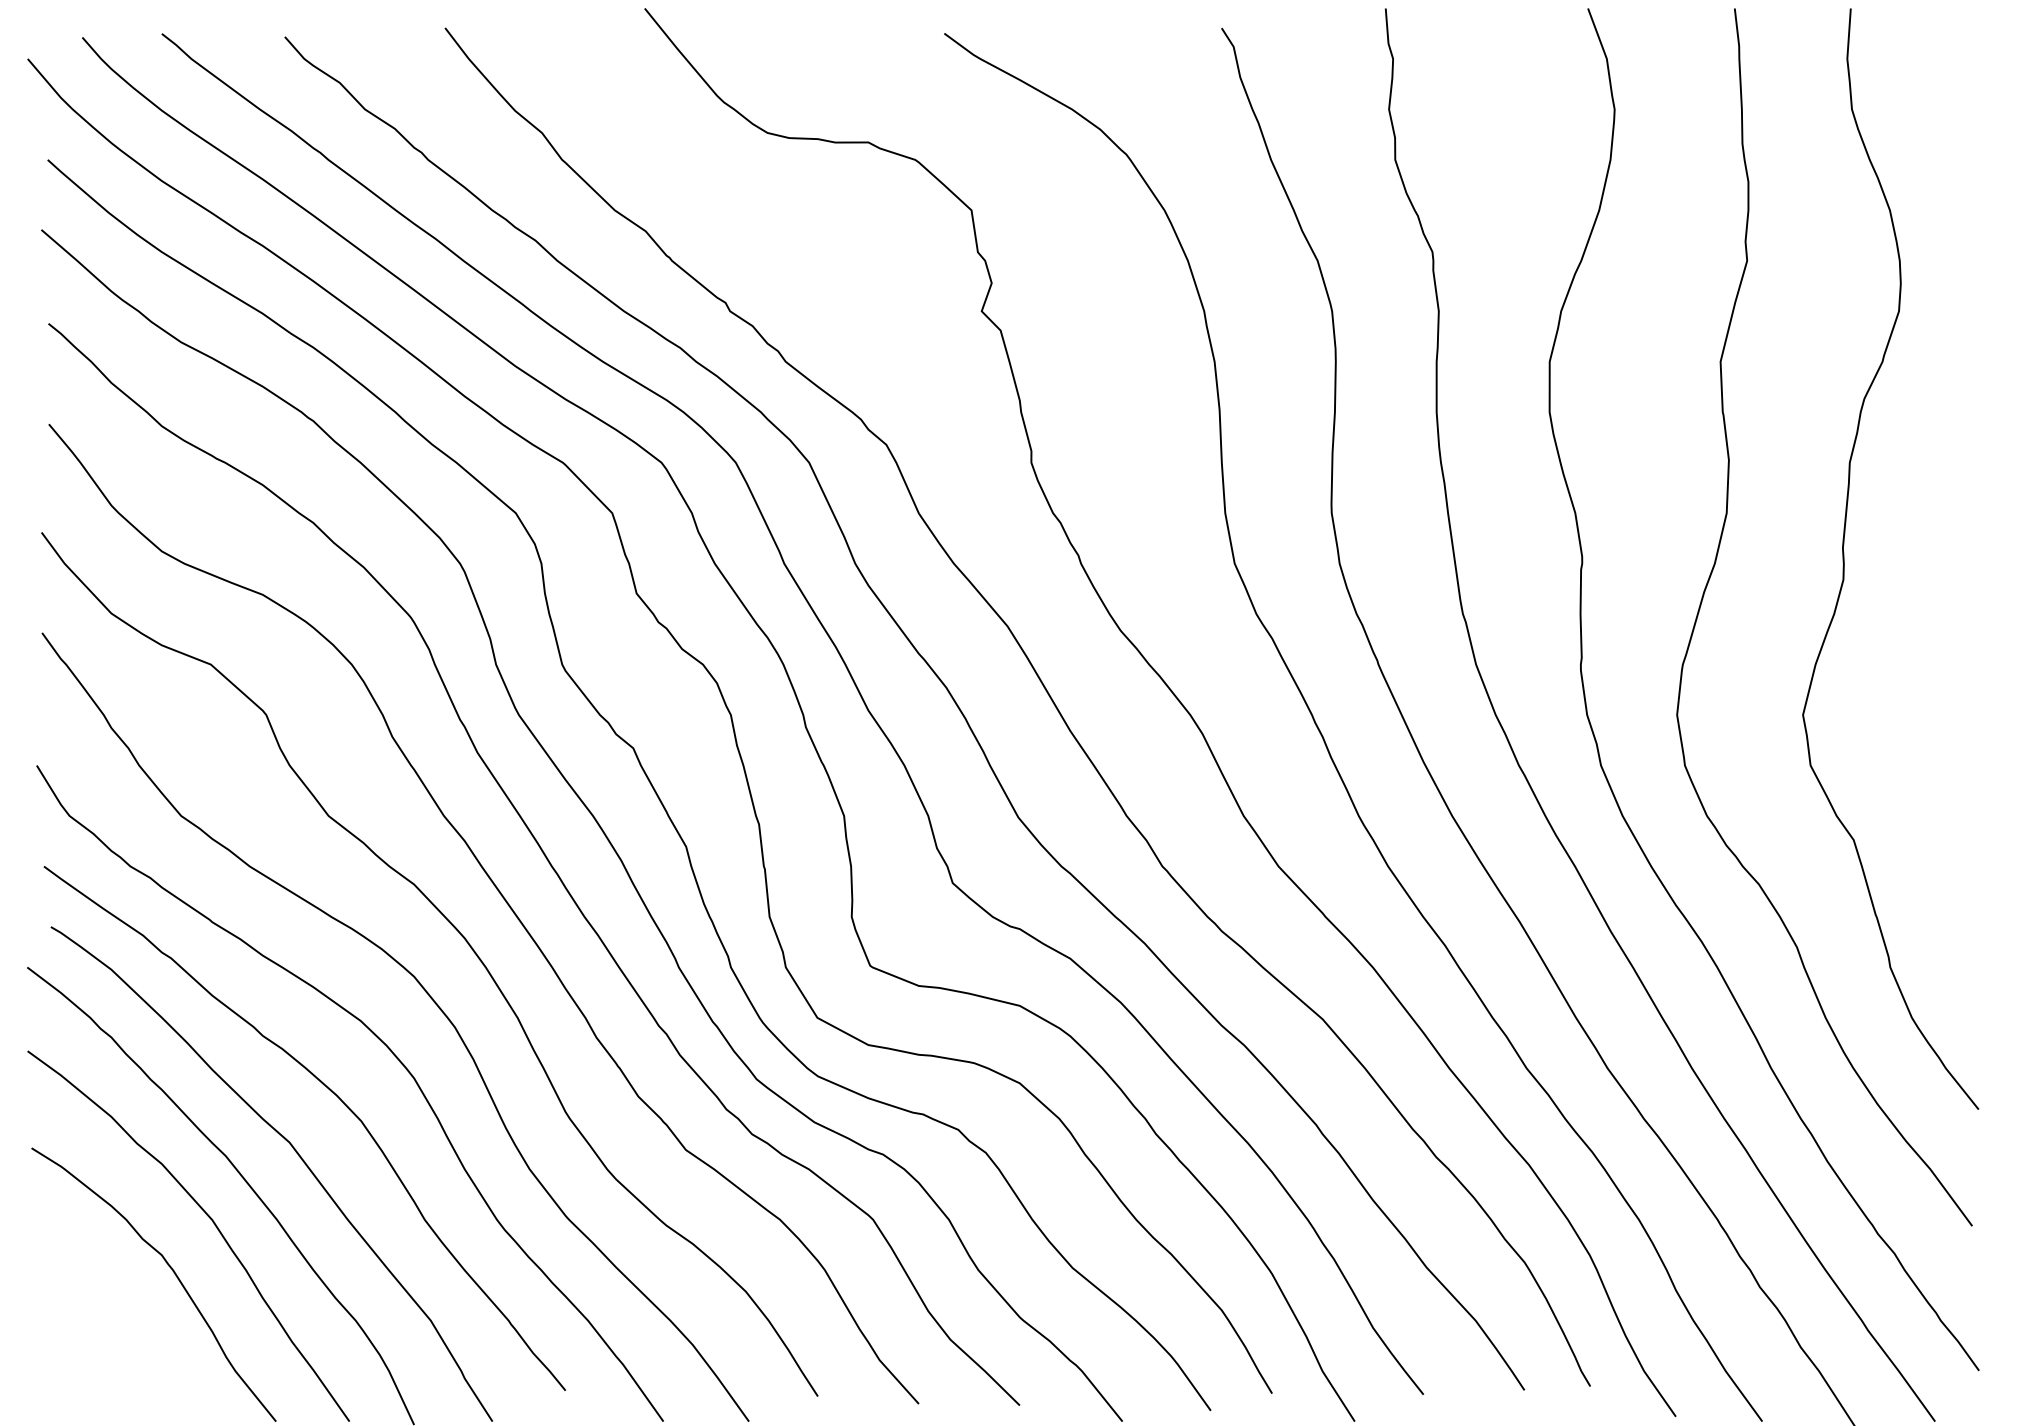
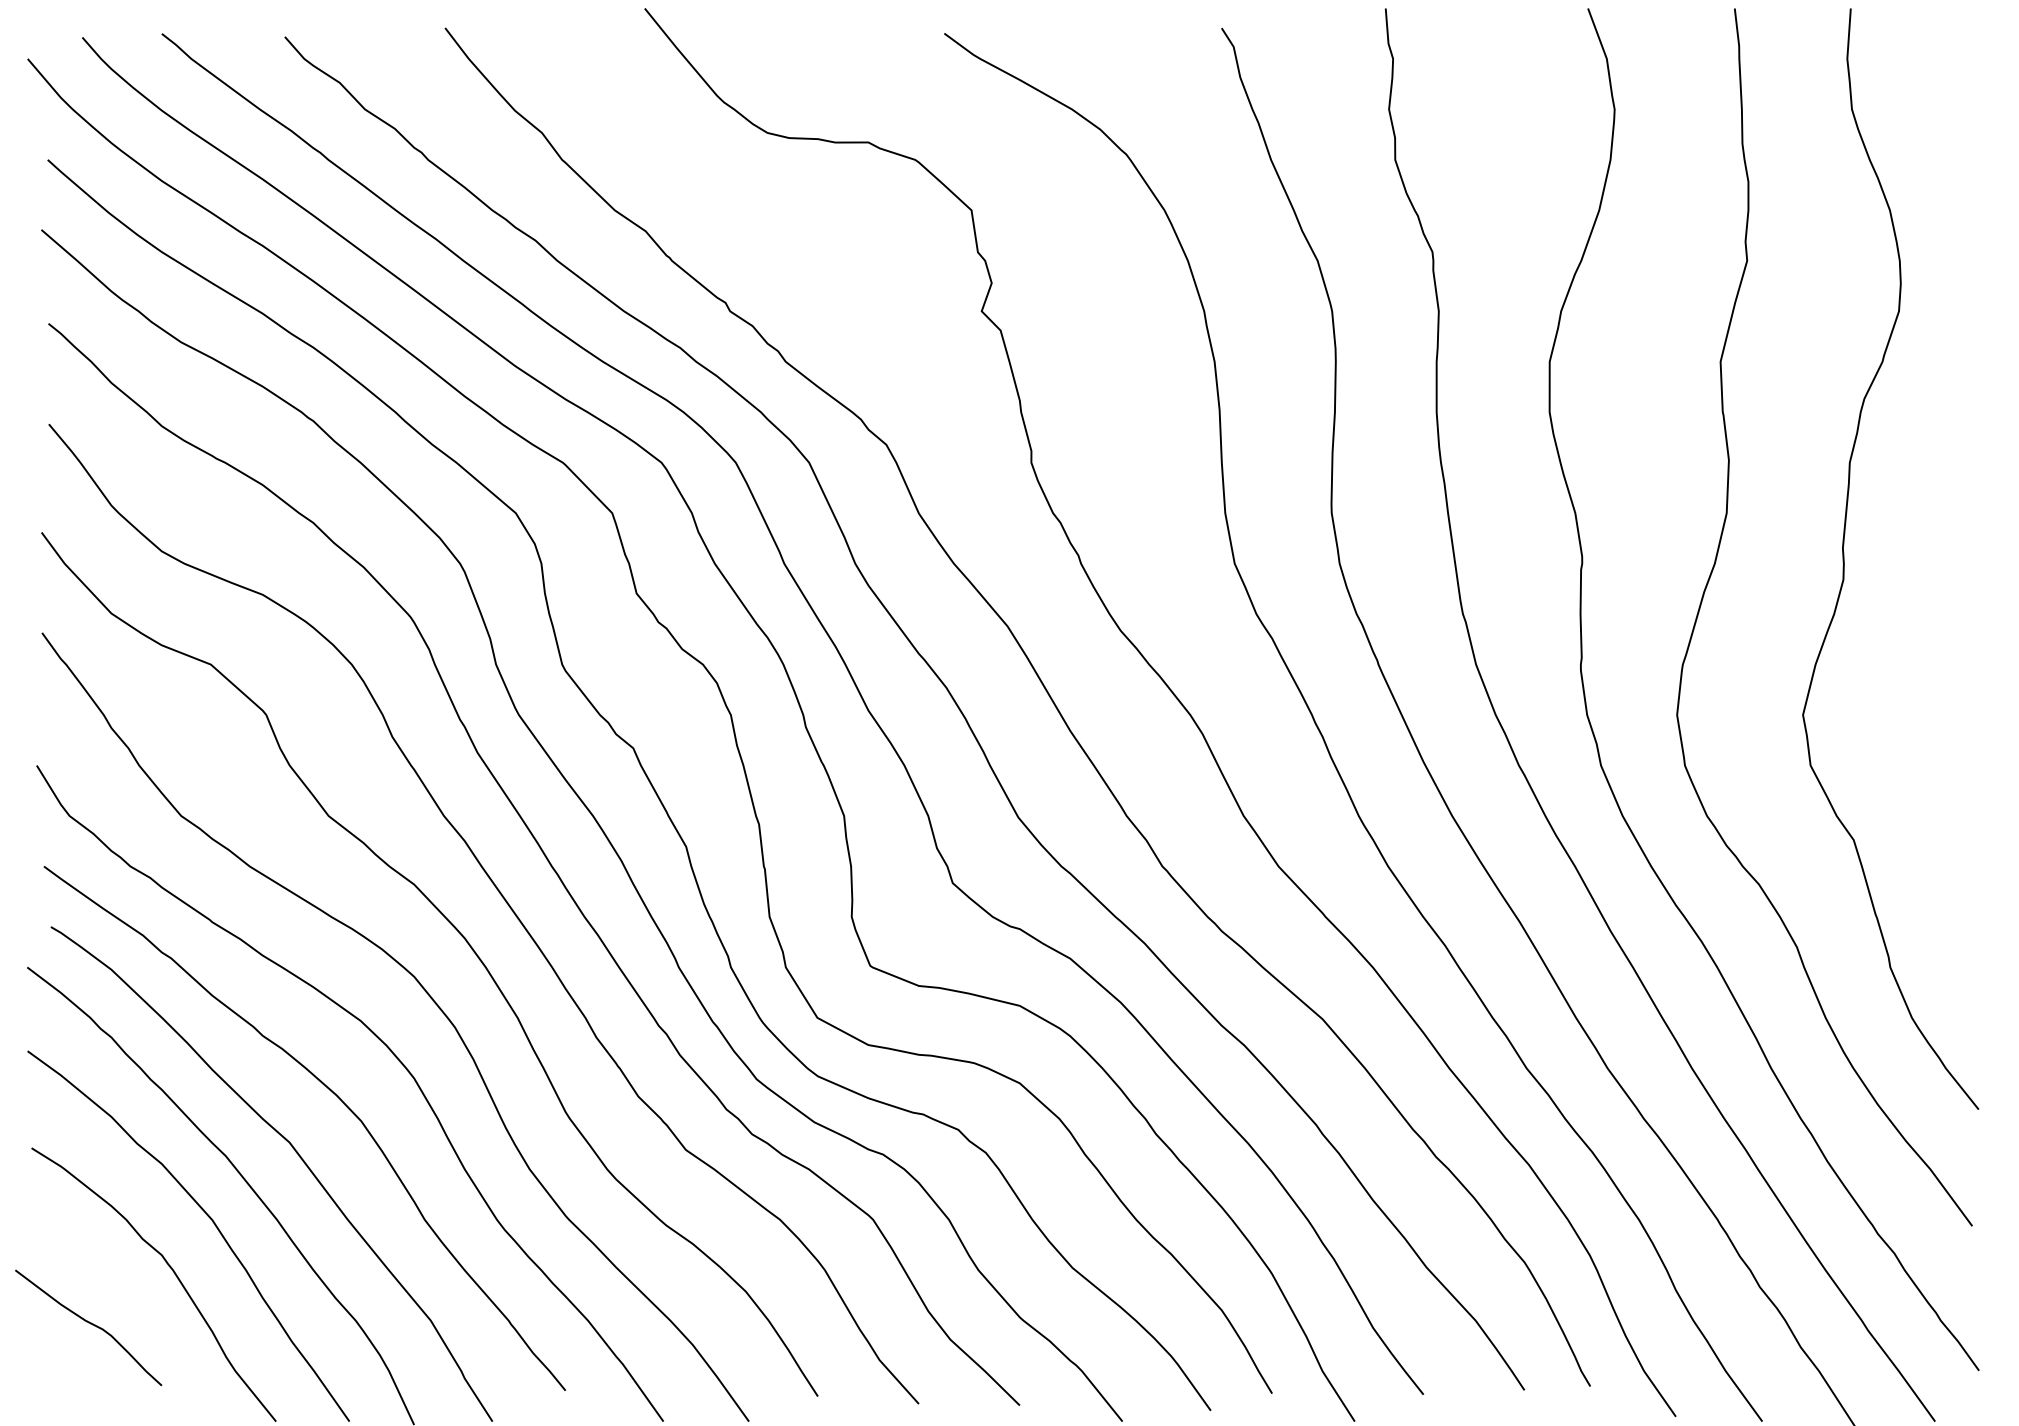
curve at (90, 1324): none -> present
